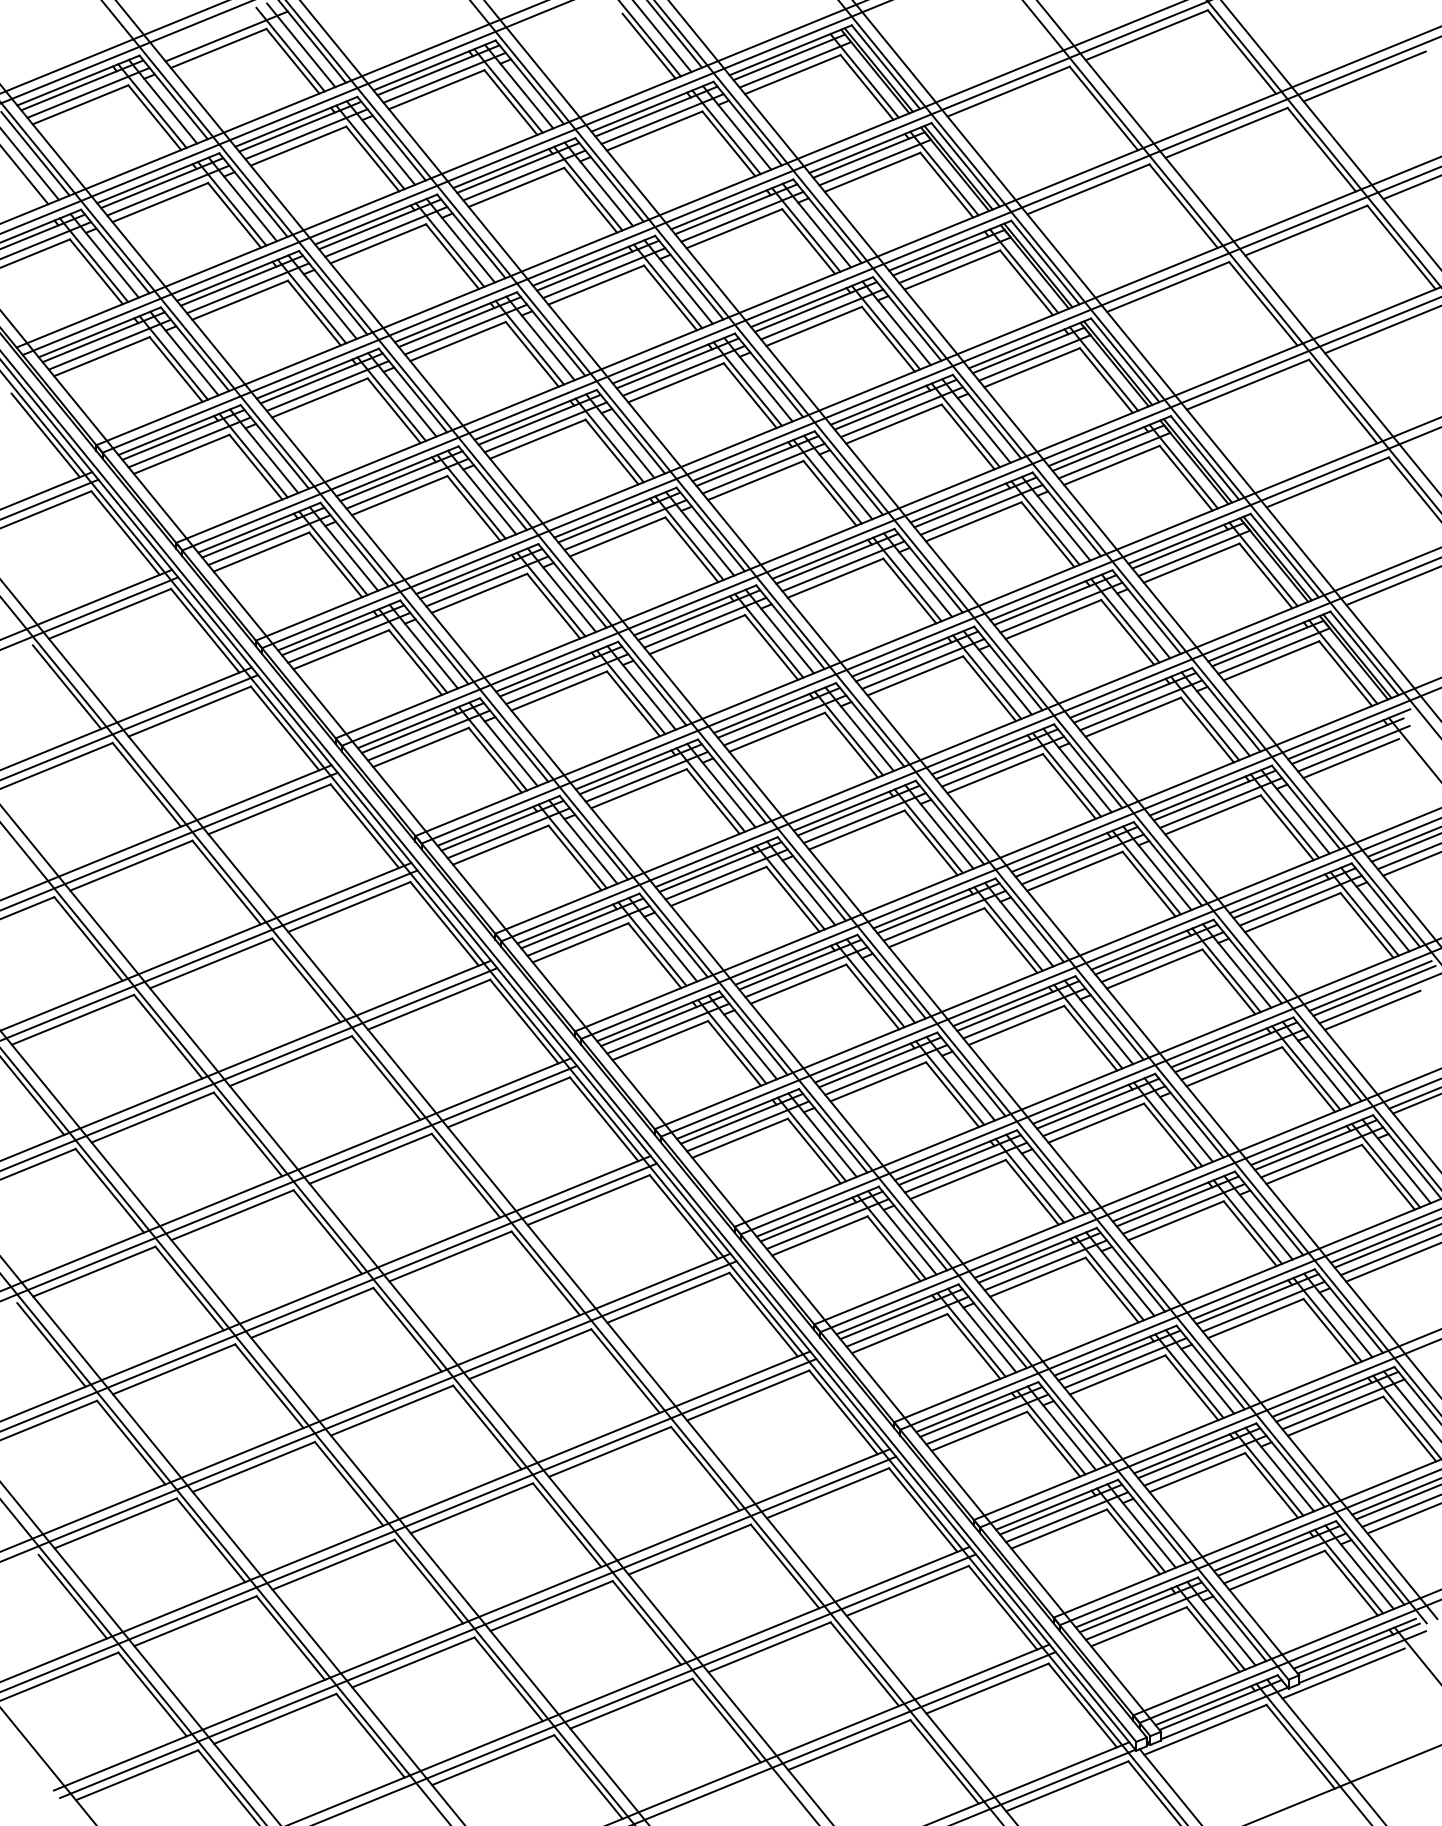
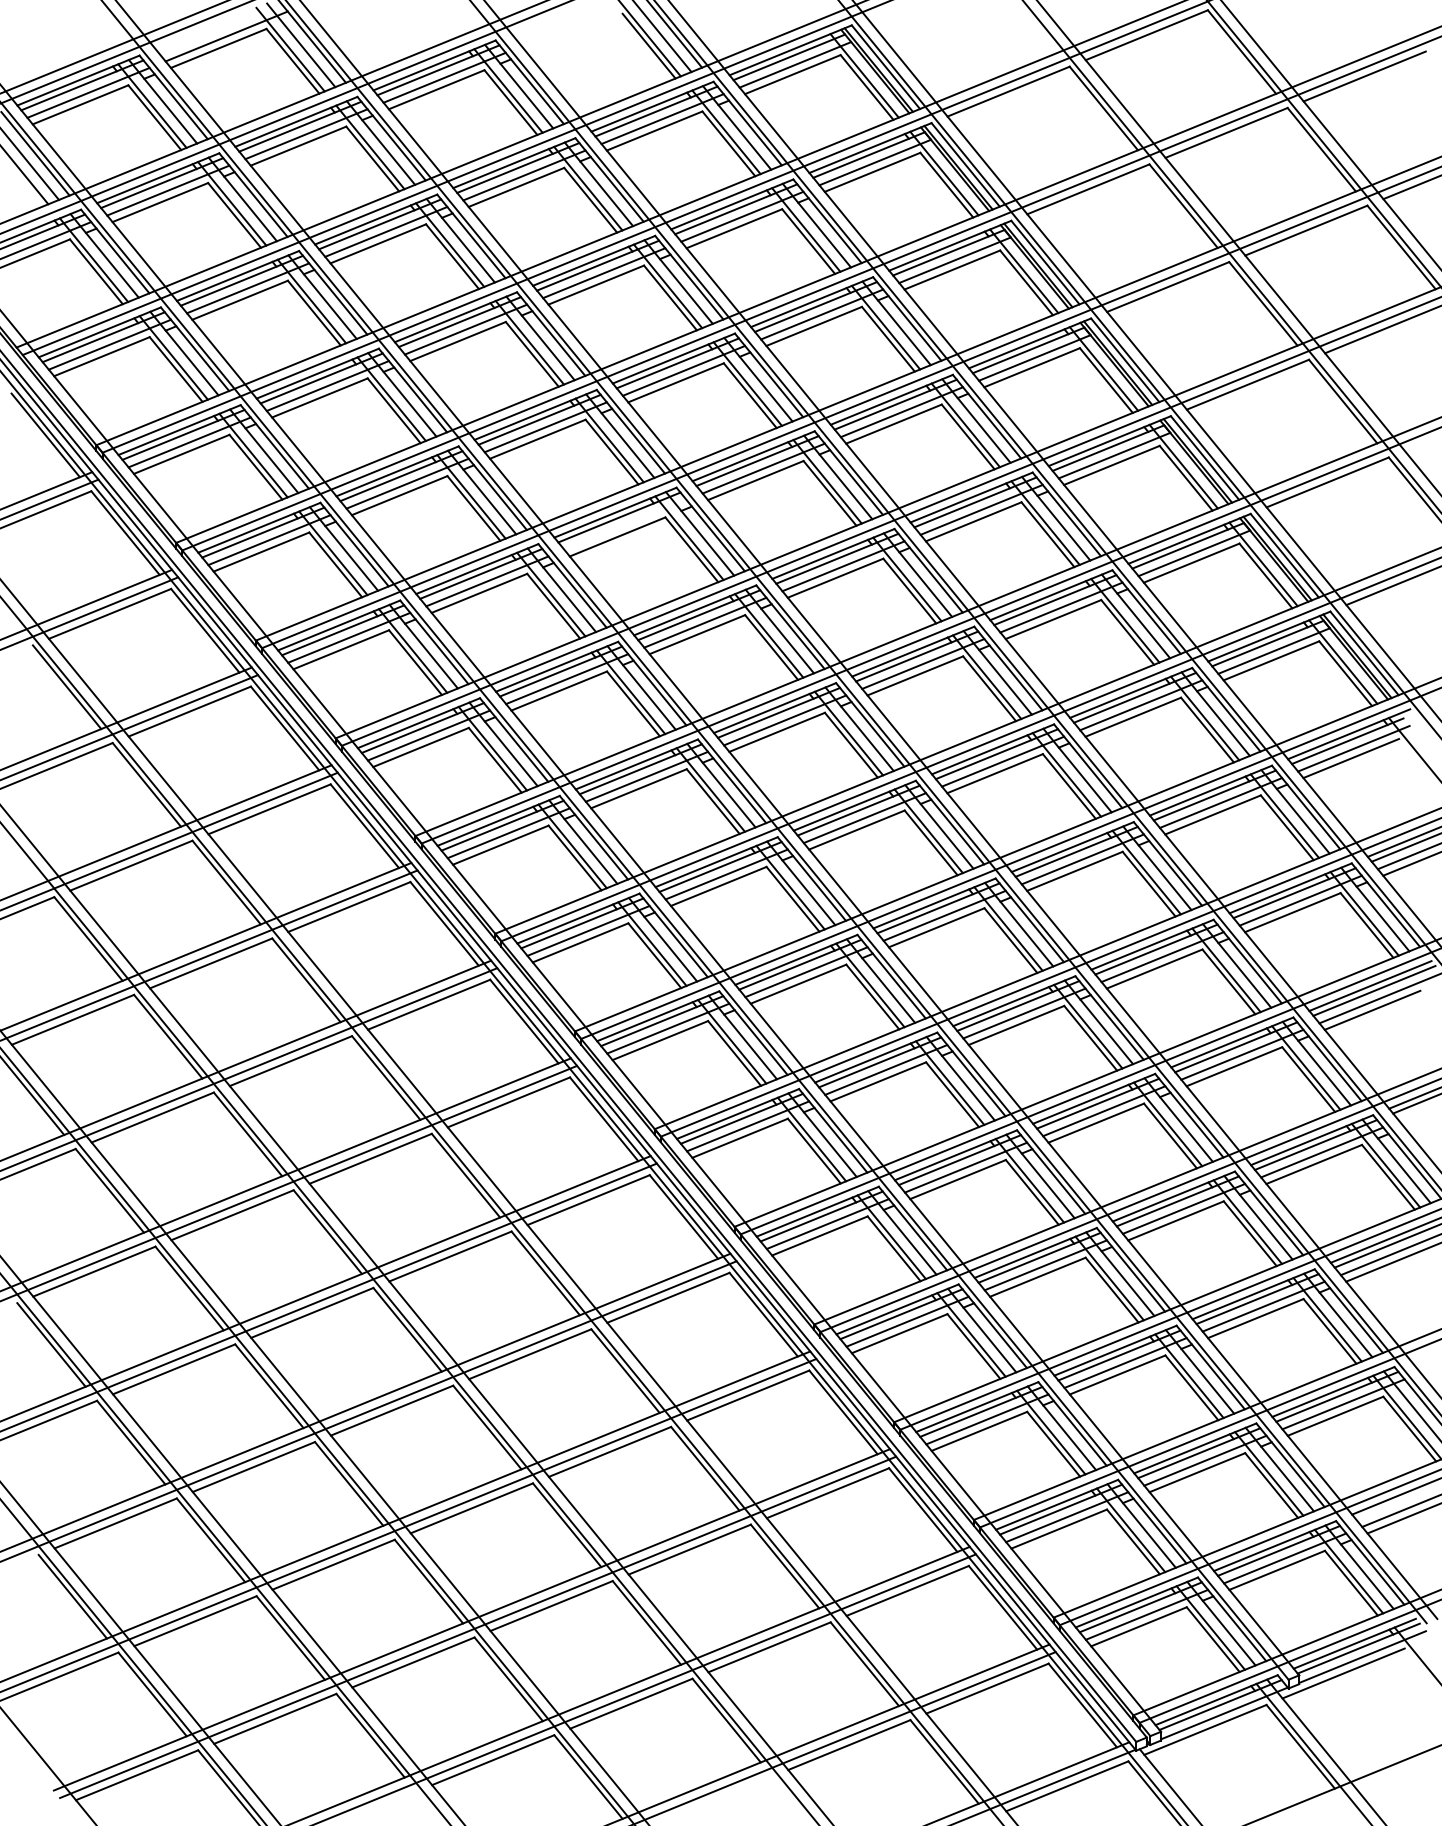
line at (625, 524): present -> none
line at (1397, 1502): present -> none
